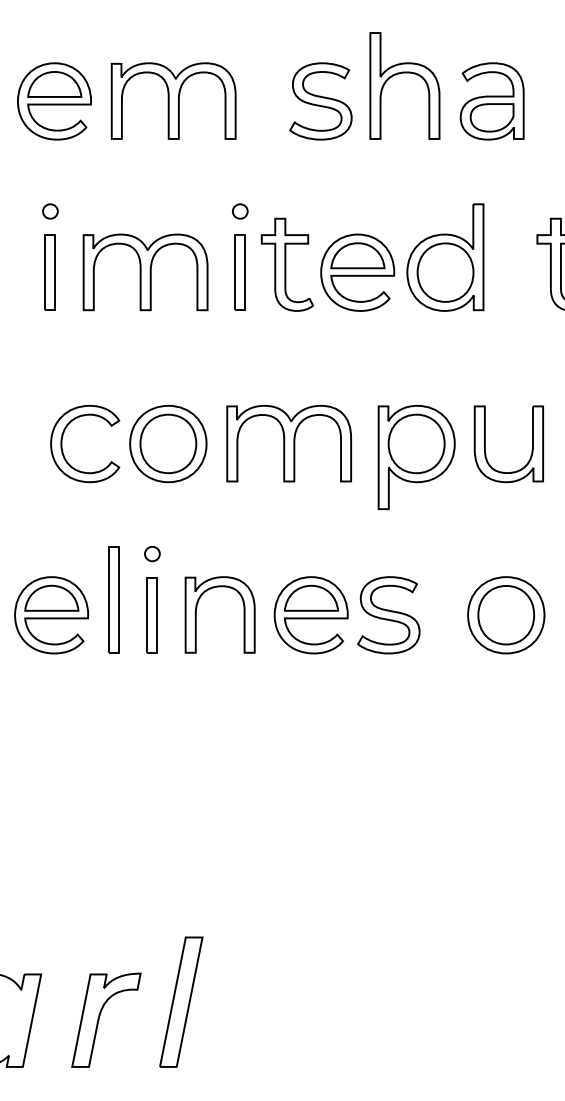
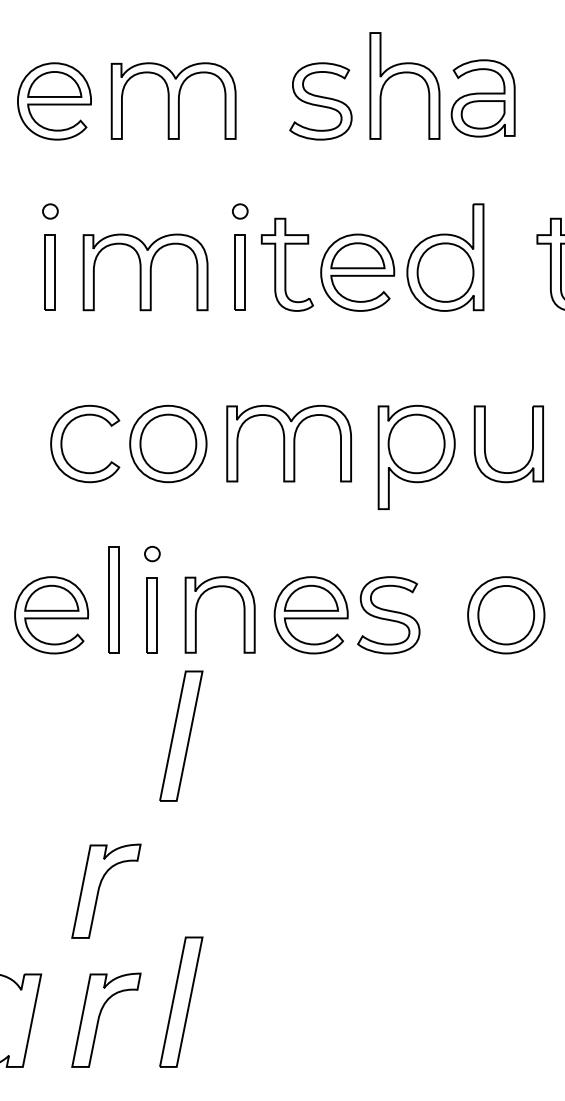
part at (491, 101) position: (491, 101) -> (482, 98)
part at (181, 735): none -> present
part at (100, 887): none -> present
